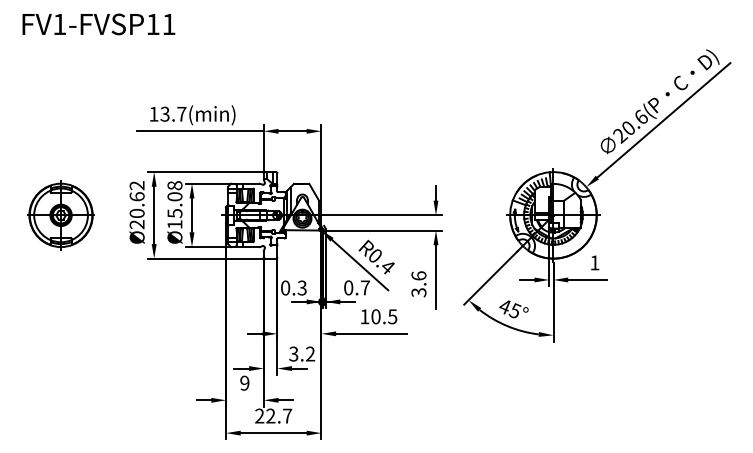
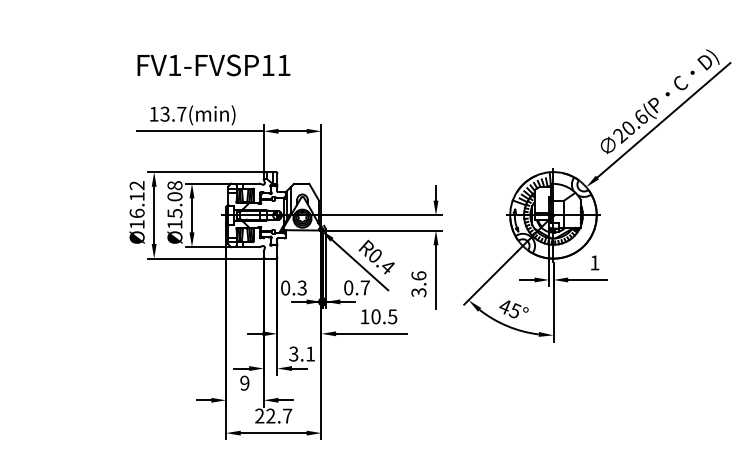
text at (98, 24) position: (98, 24) -> (213, 65)
text at (136, 210): Ø20.62 -> Ø16.12
part at (60, 215): present -> none
text at (310, 353): 3.2 -> 3.1
